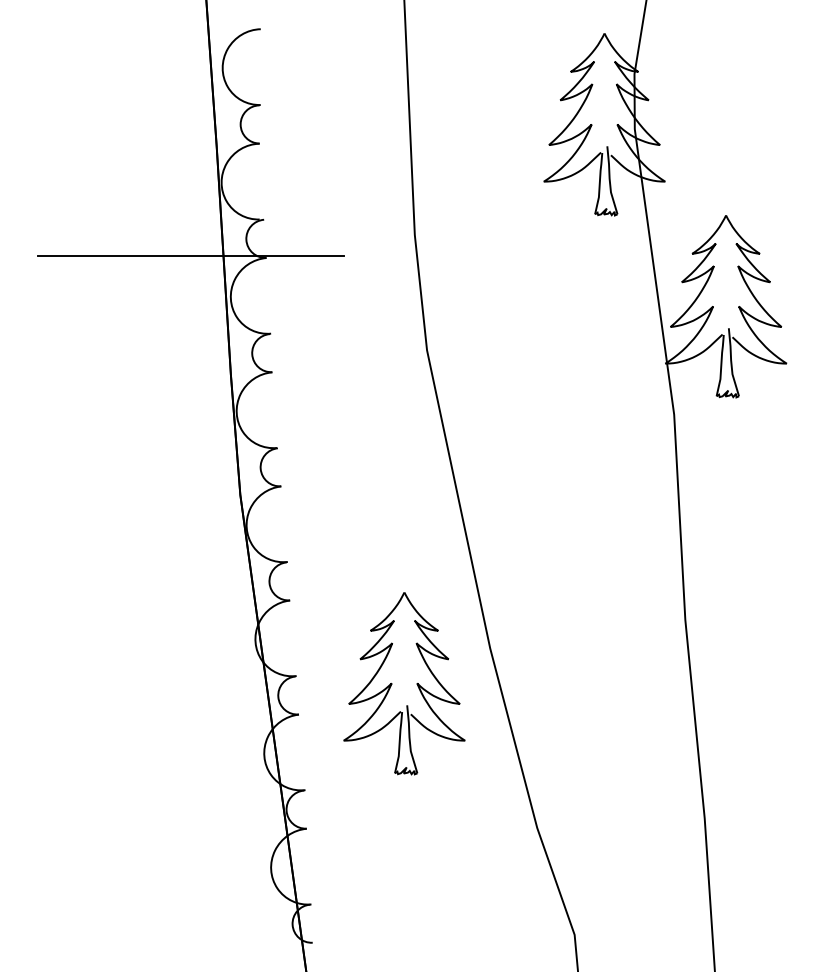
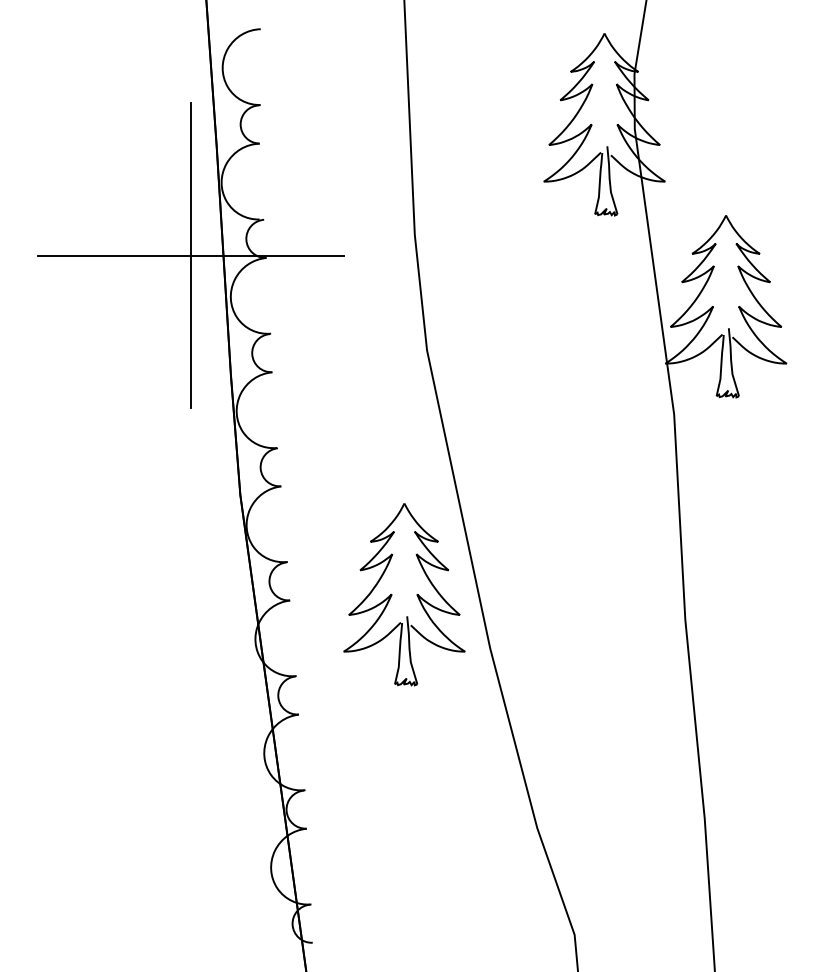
line at (191, 255): none -> present
part at (404, 683) position: (404, 683) -> (404, 594)
